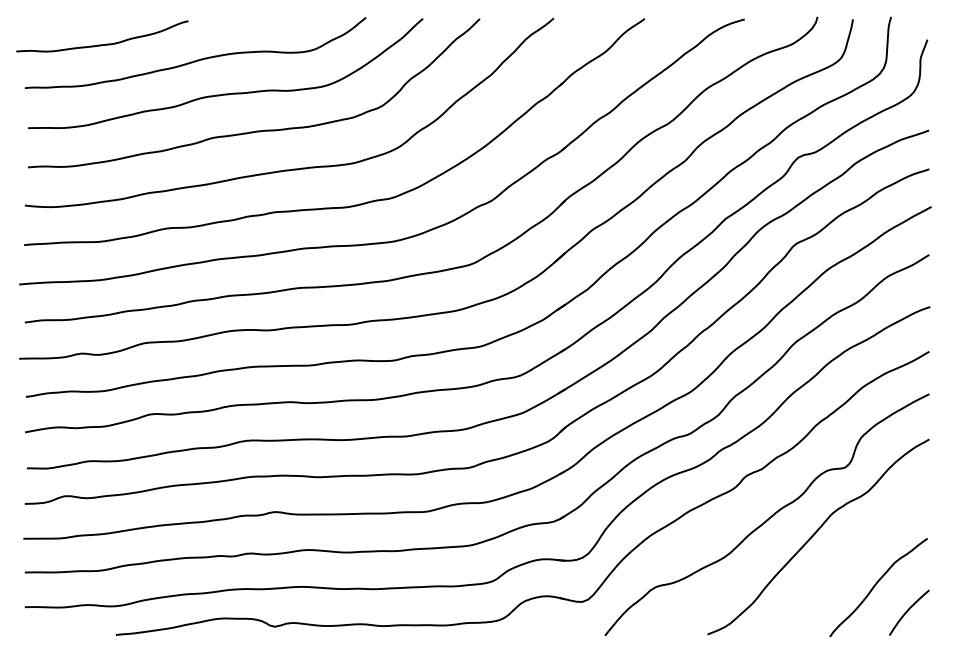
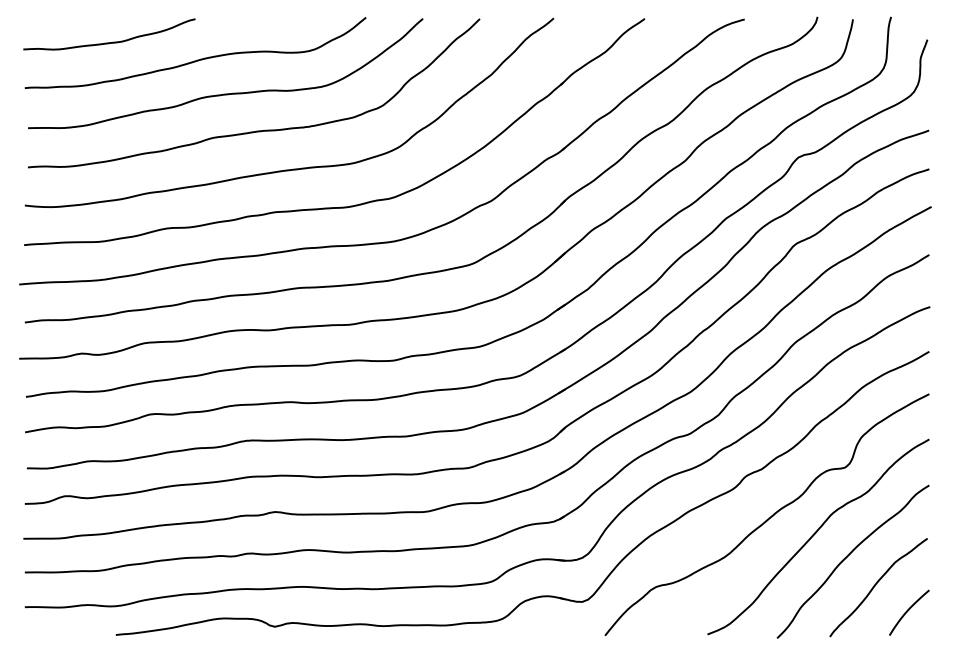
curve at (105, 43) position: (105, 43) -> (112, 41)
curve at (848, 556): none -> present
